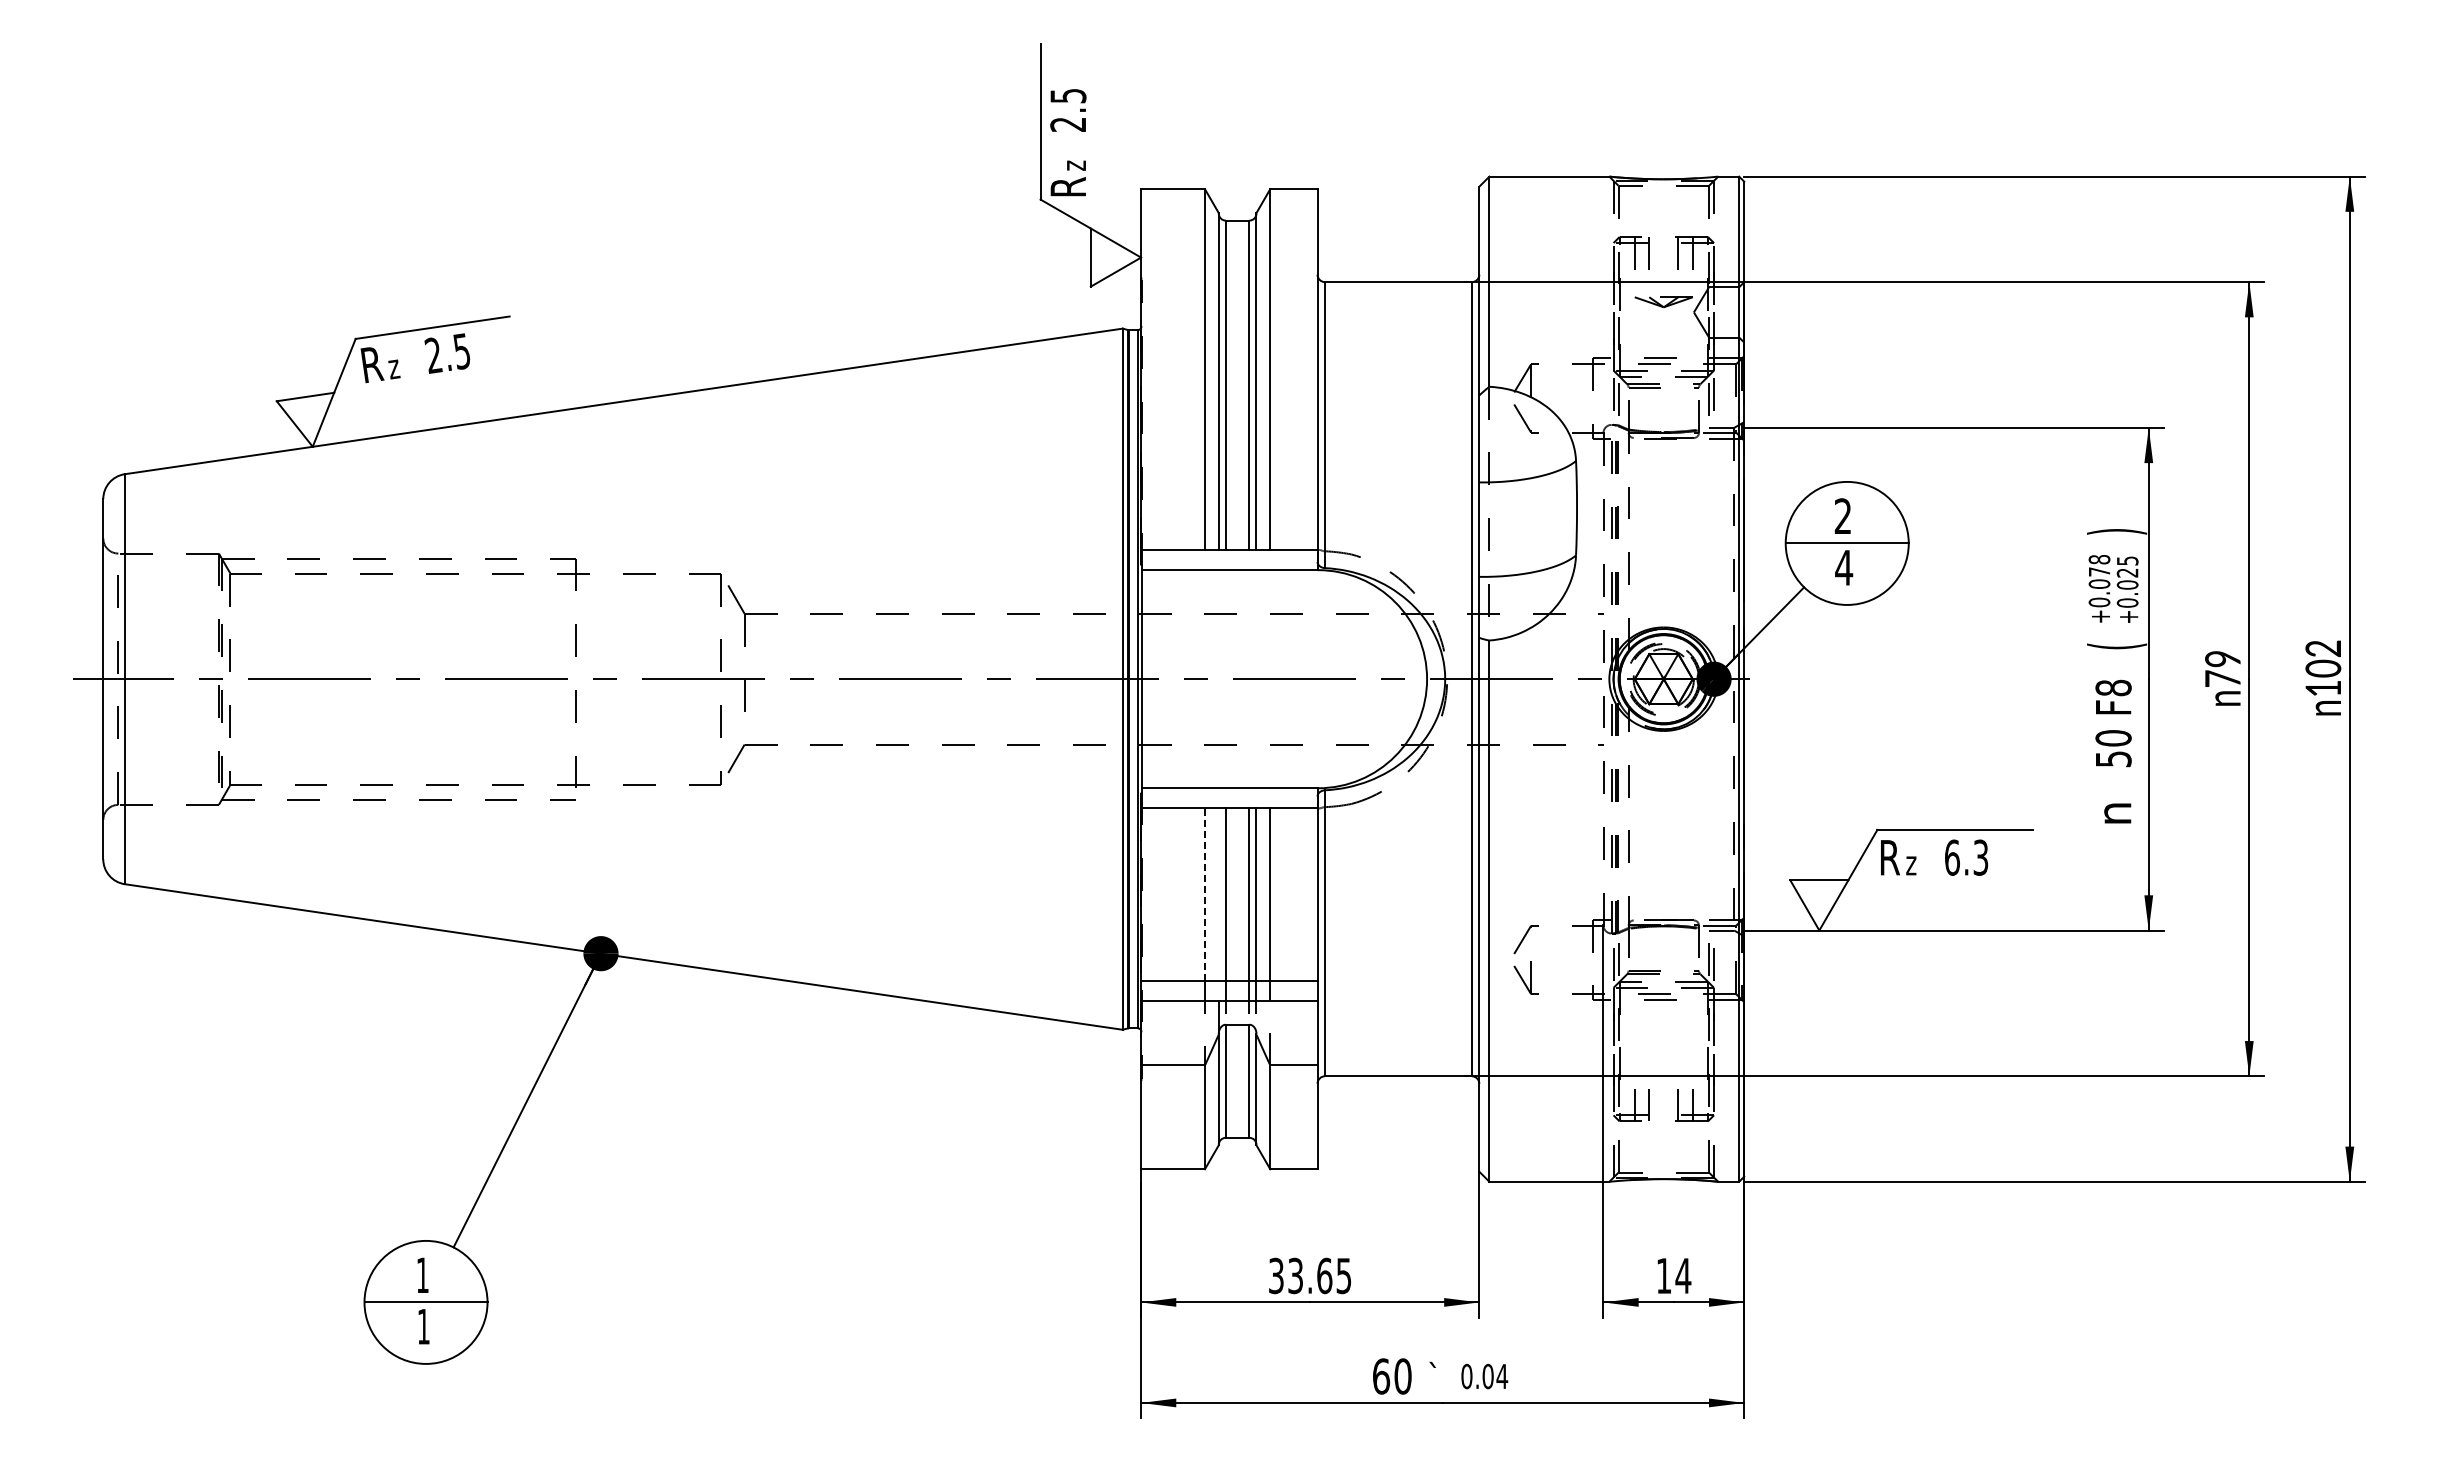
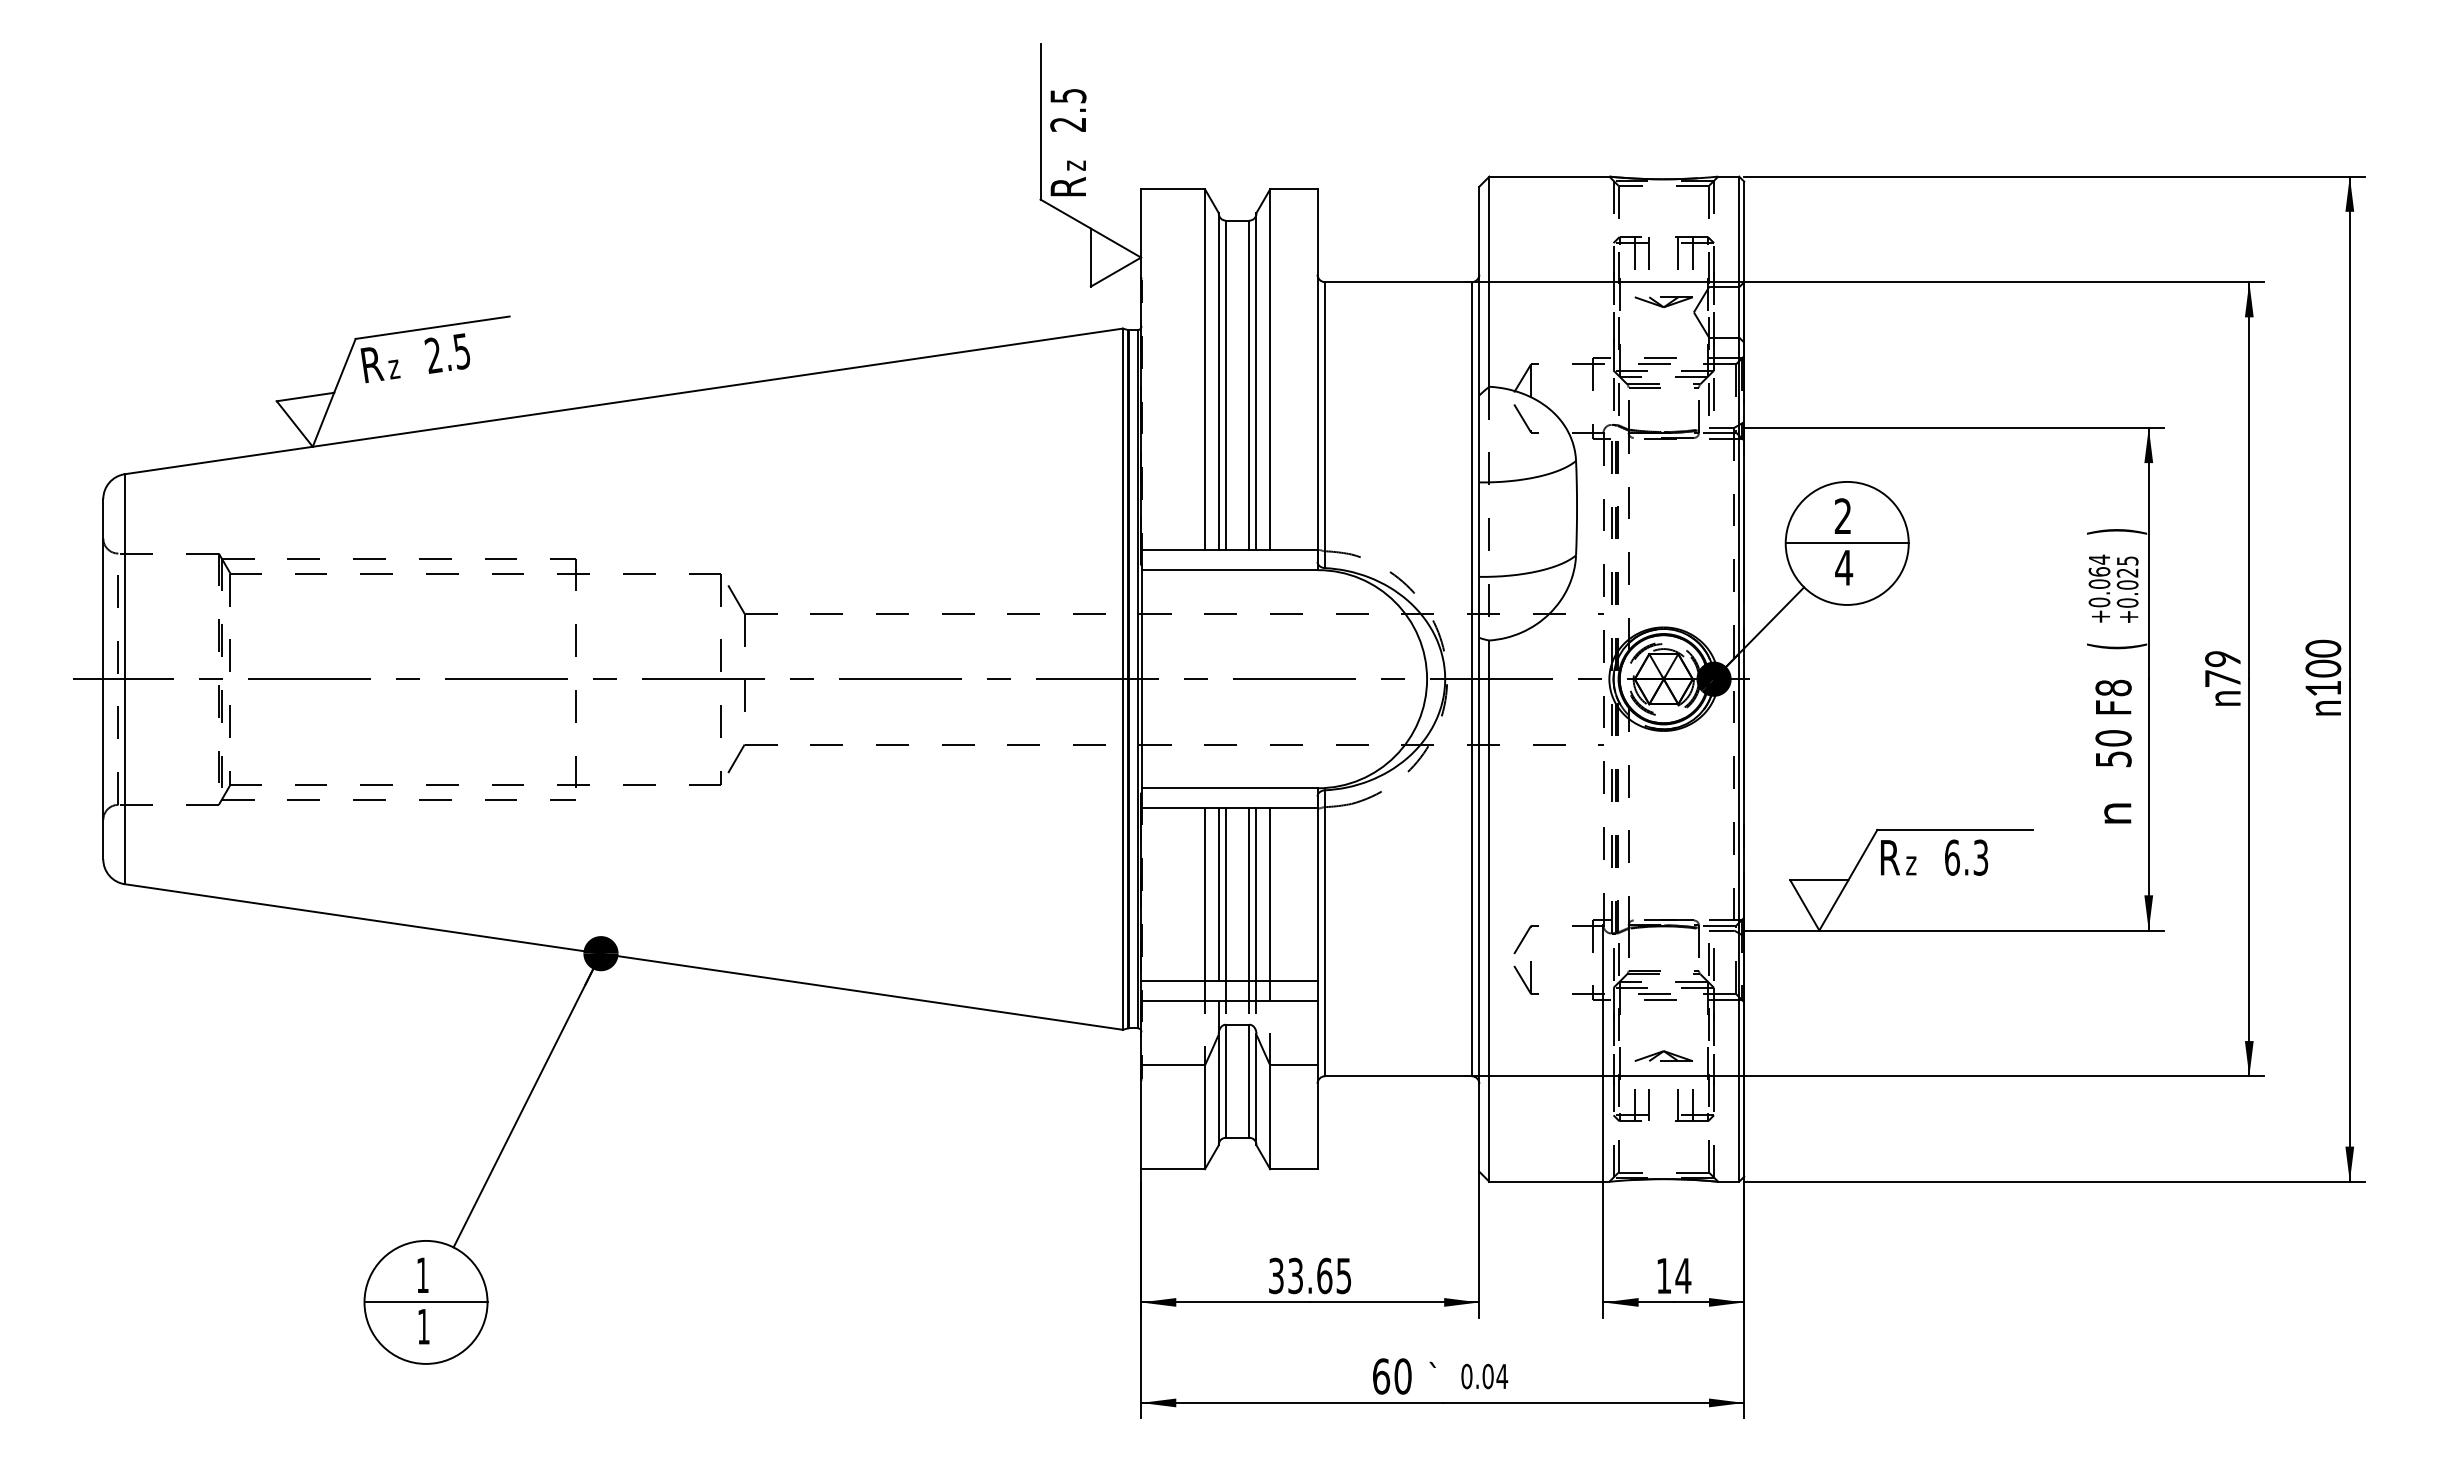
text at (2099, 565): +0.078 -> +0.064
text at (2323, 648): 102 -> 100
line at (1204, 894): dashed -> solid
line at (1218, 894): none -> present
part at (1663, 1055): none -> present
